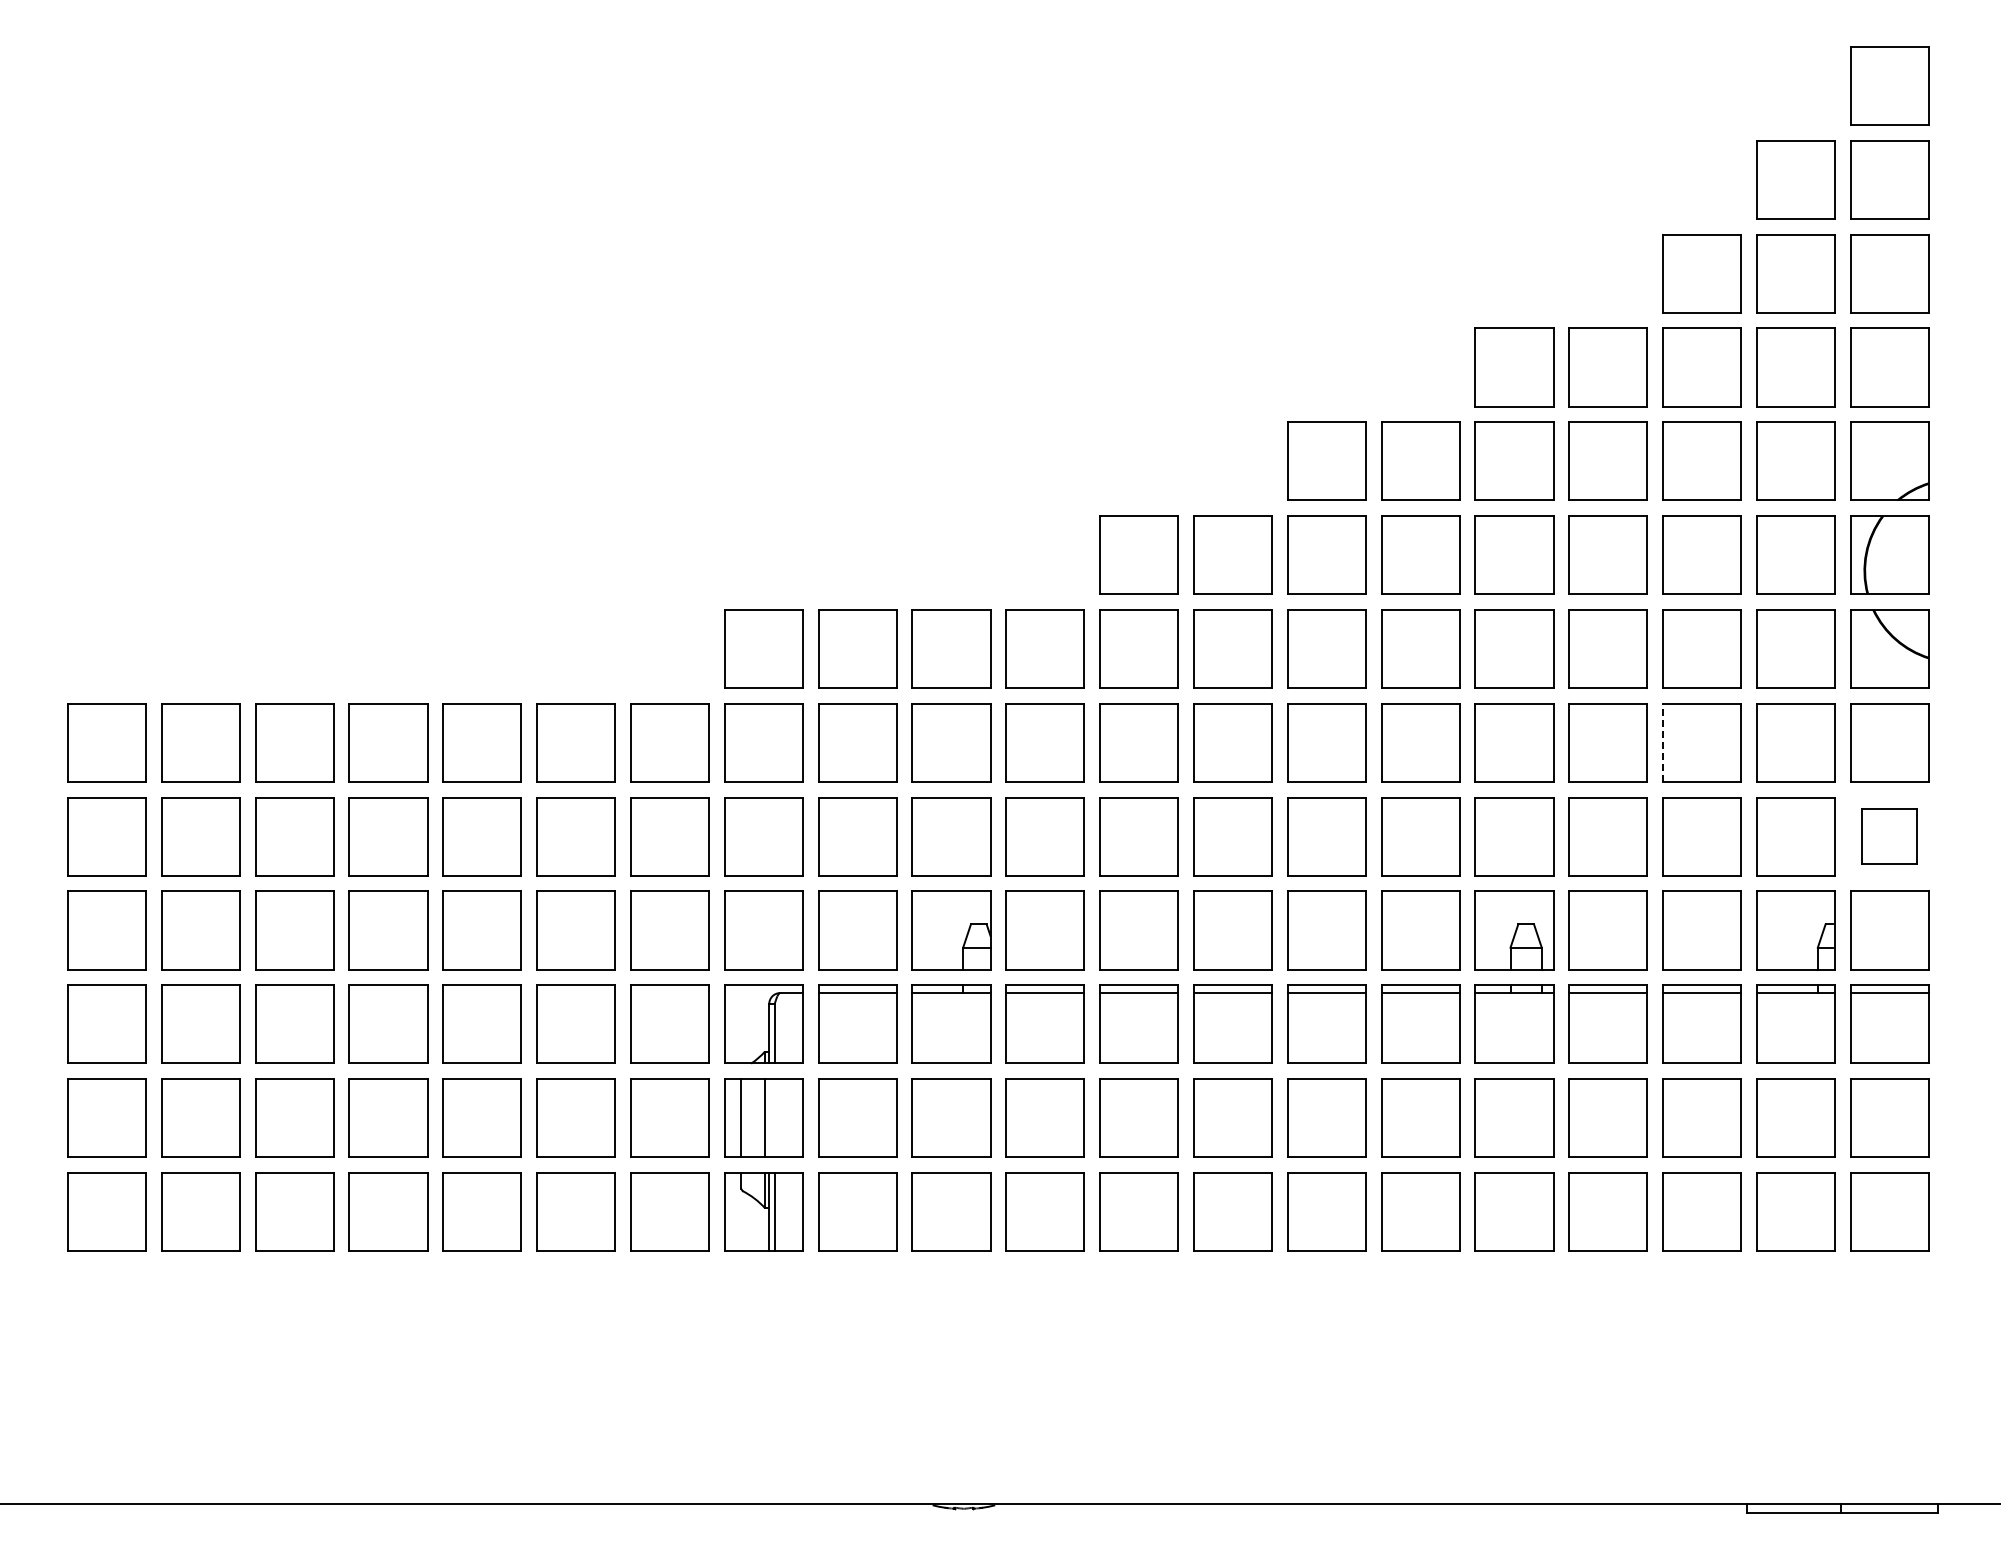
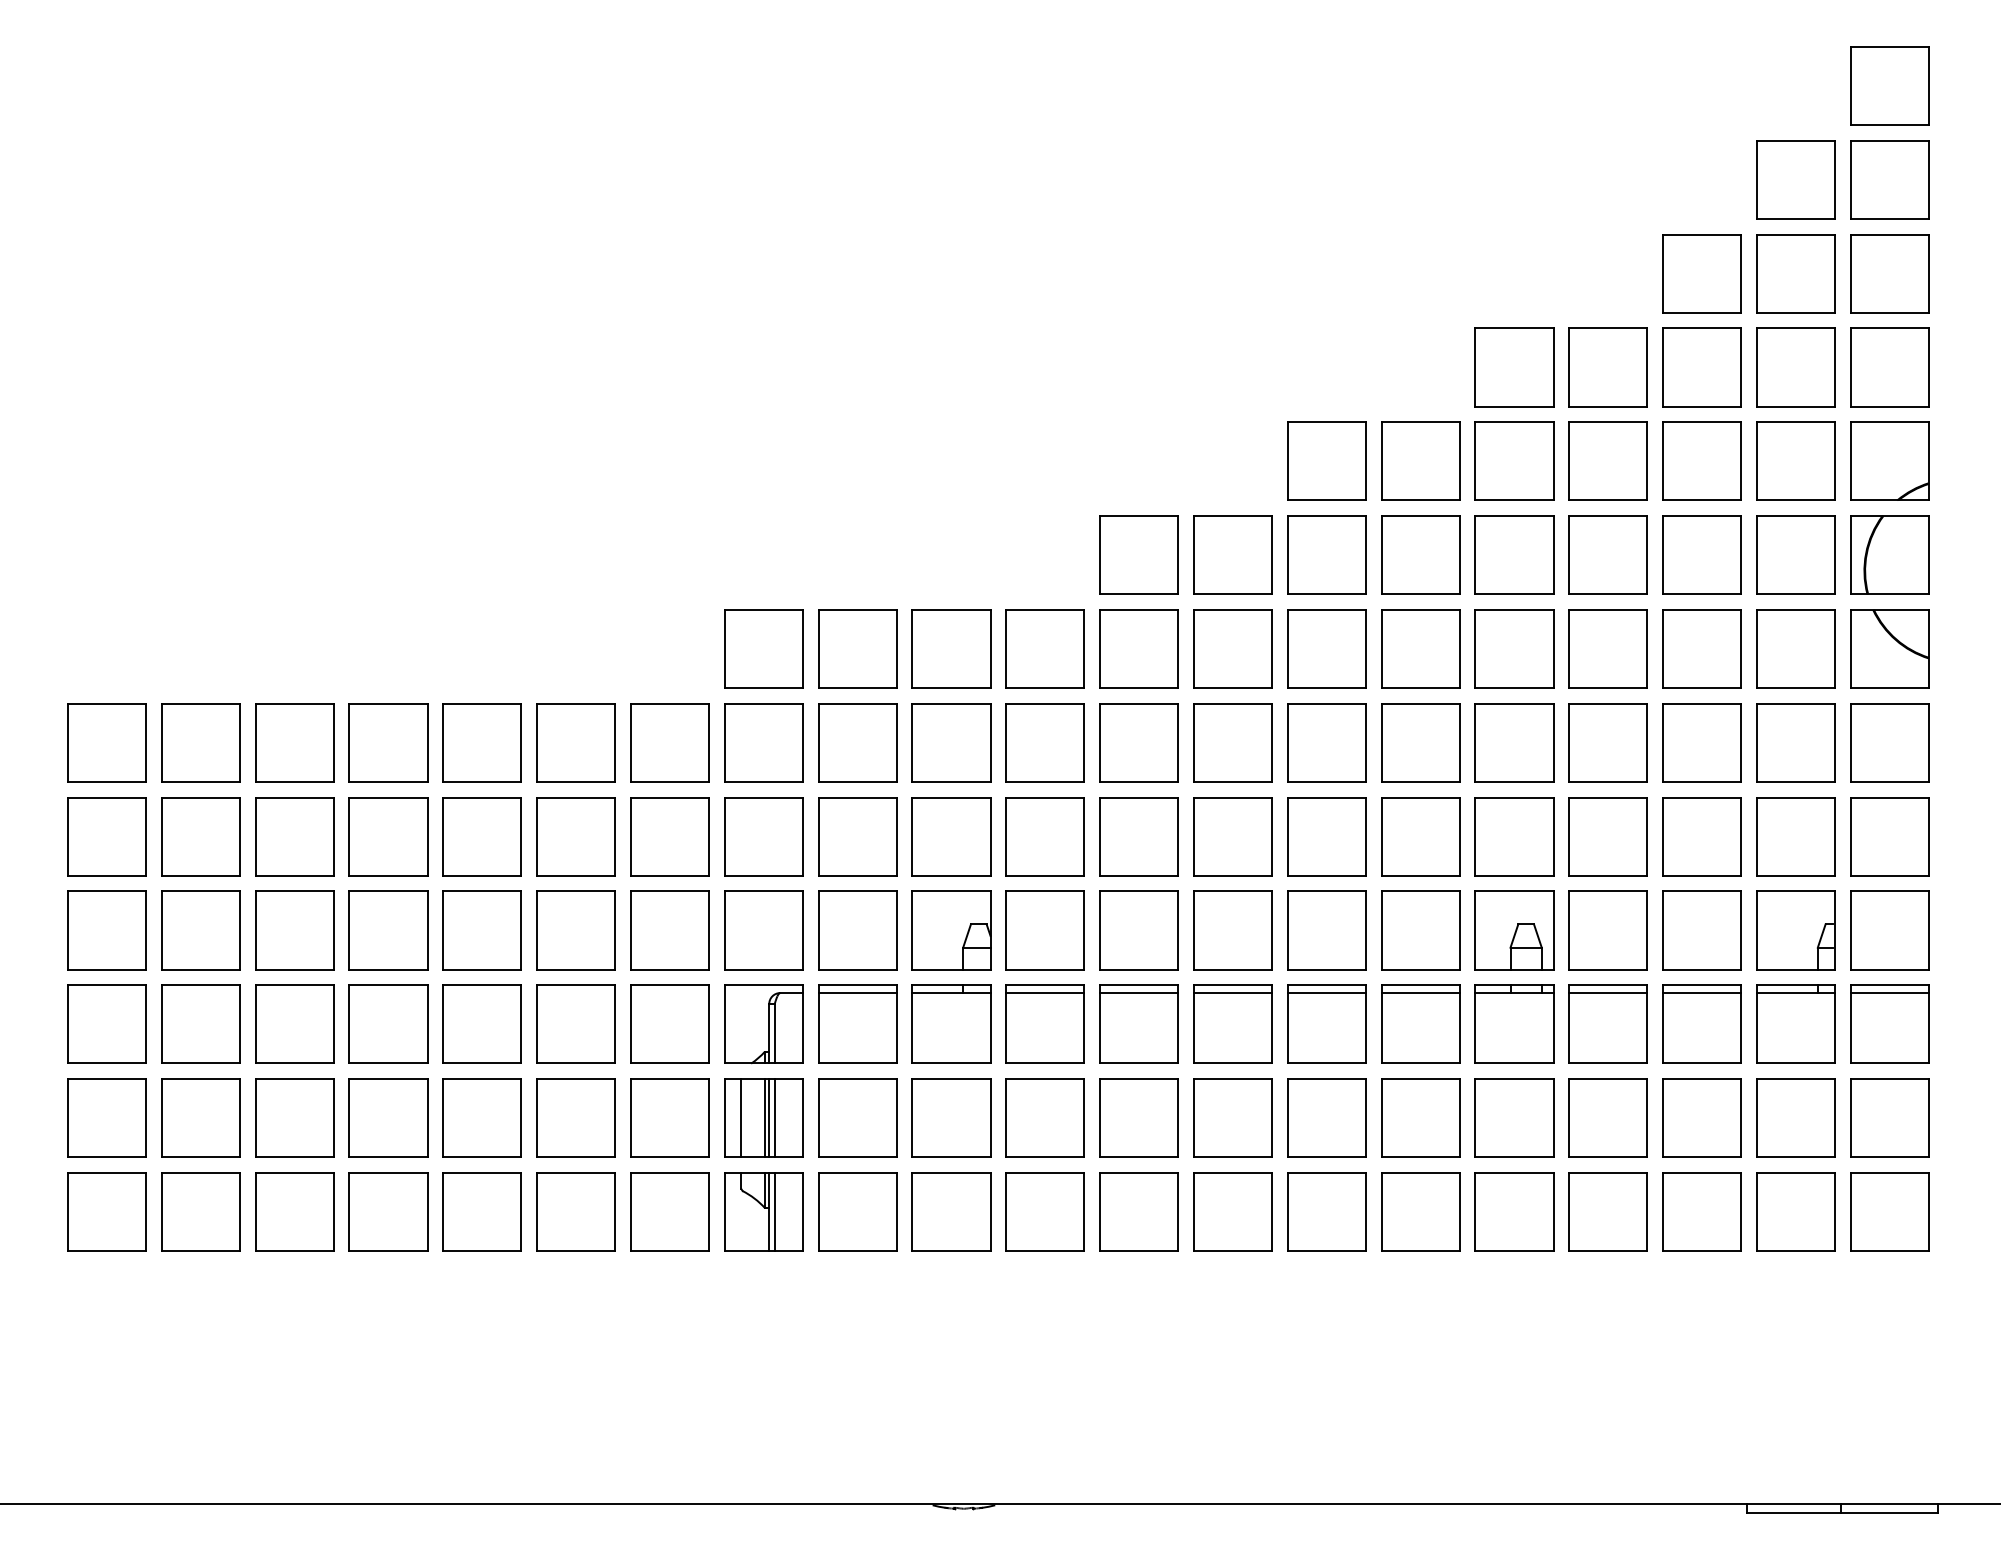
line at (1663, 742): dashed -> solid
part at (1889, 836) size: 57x57 px -> 80x80 px
line at (769, 1118): none -> present
line at (774, 1118): none -> present
